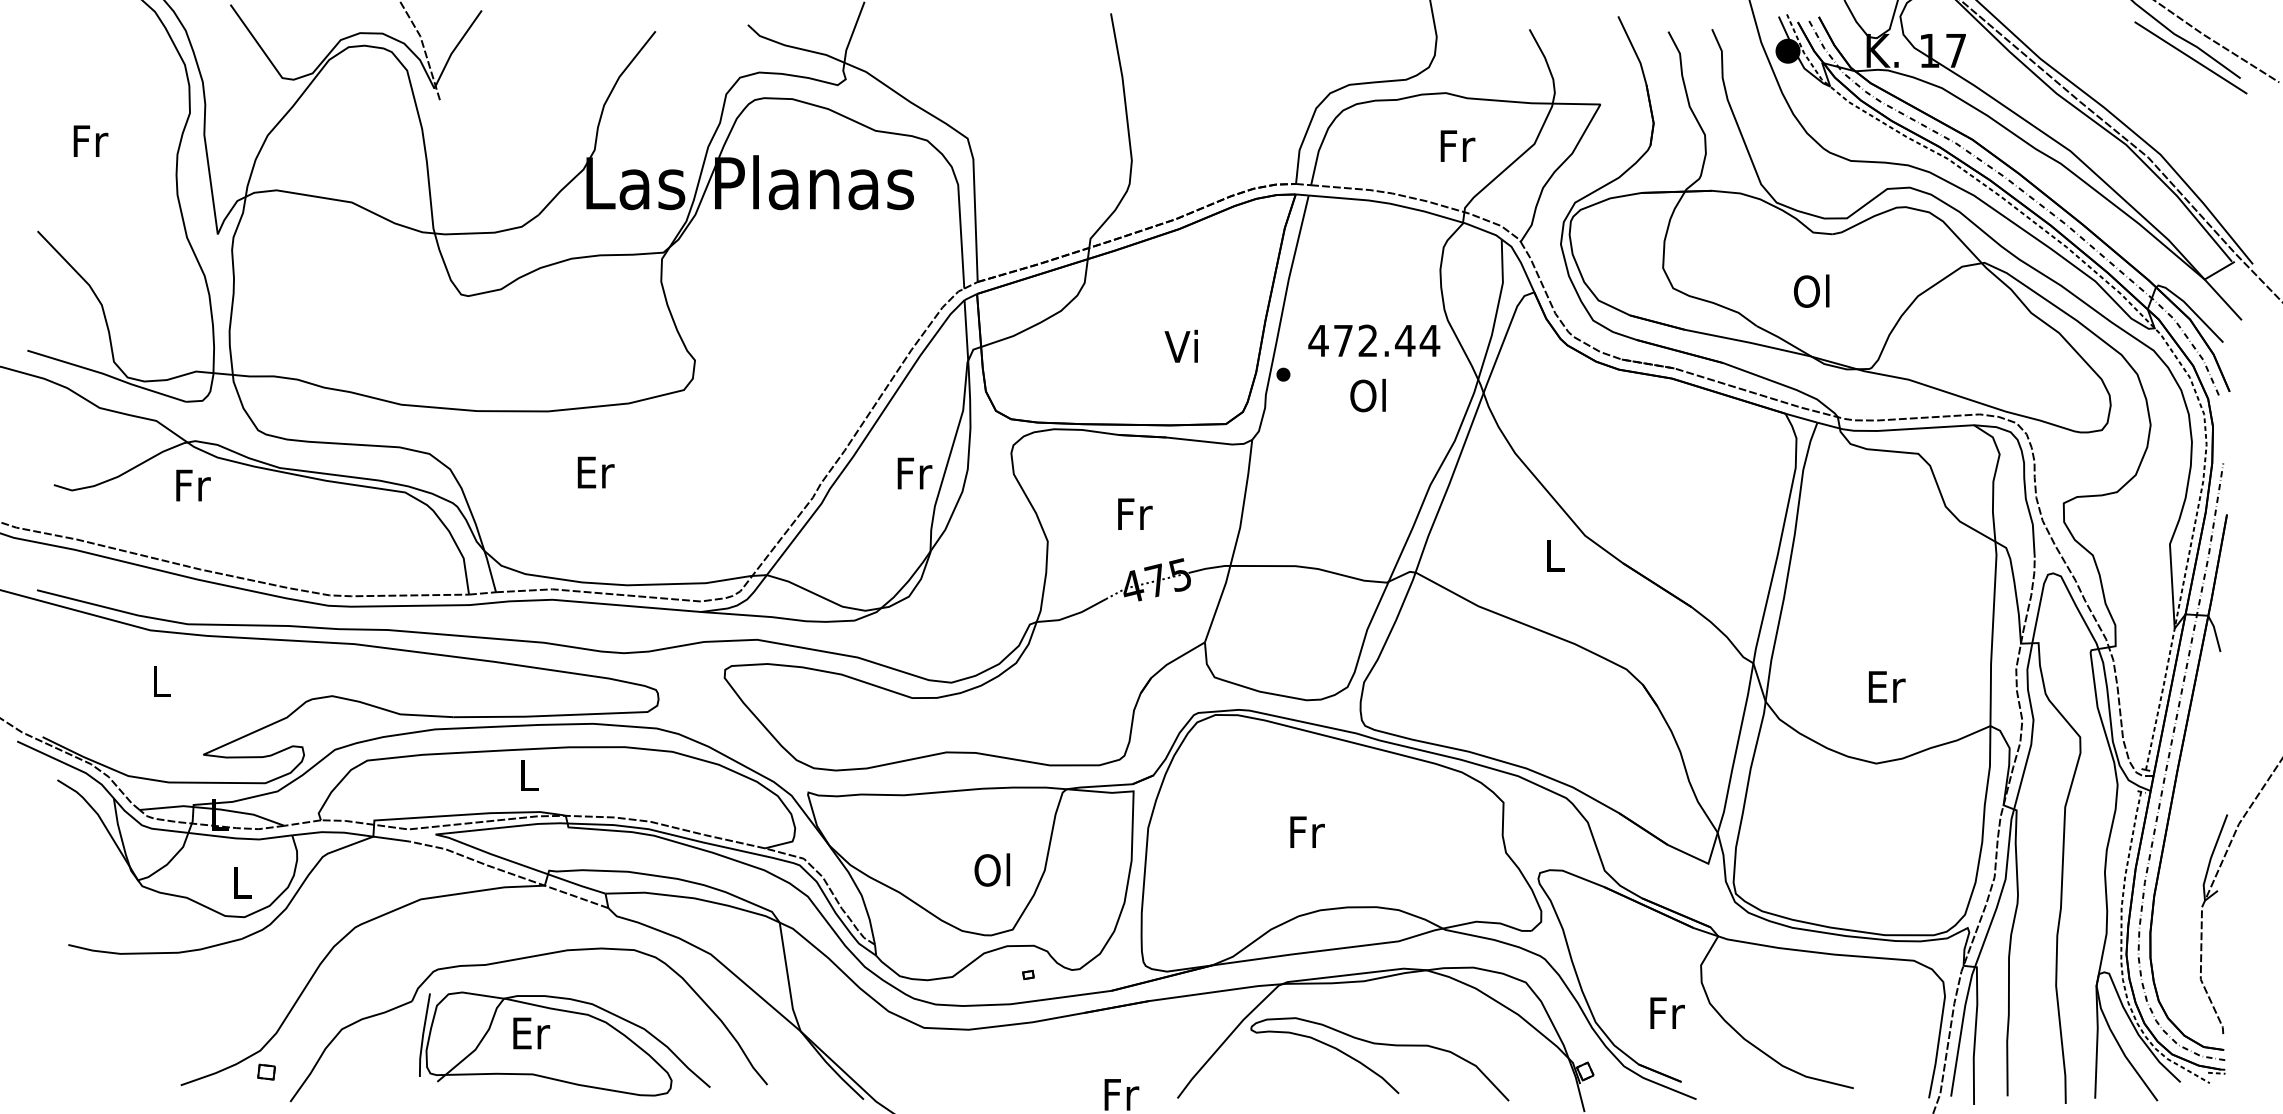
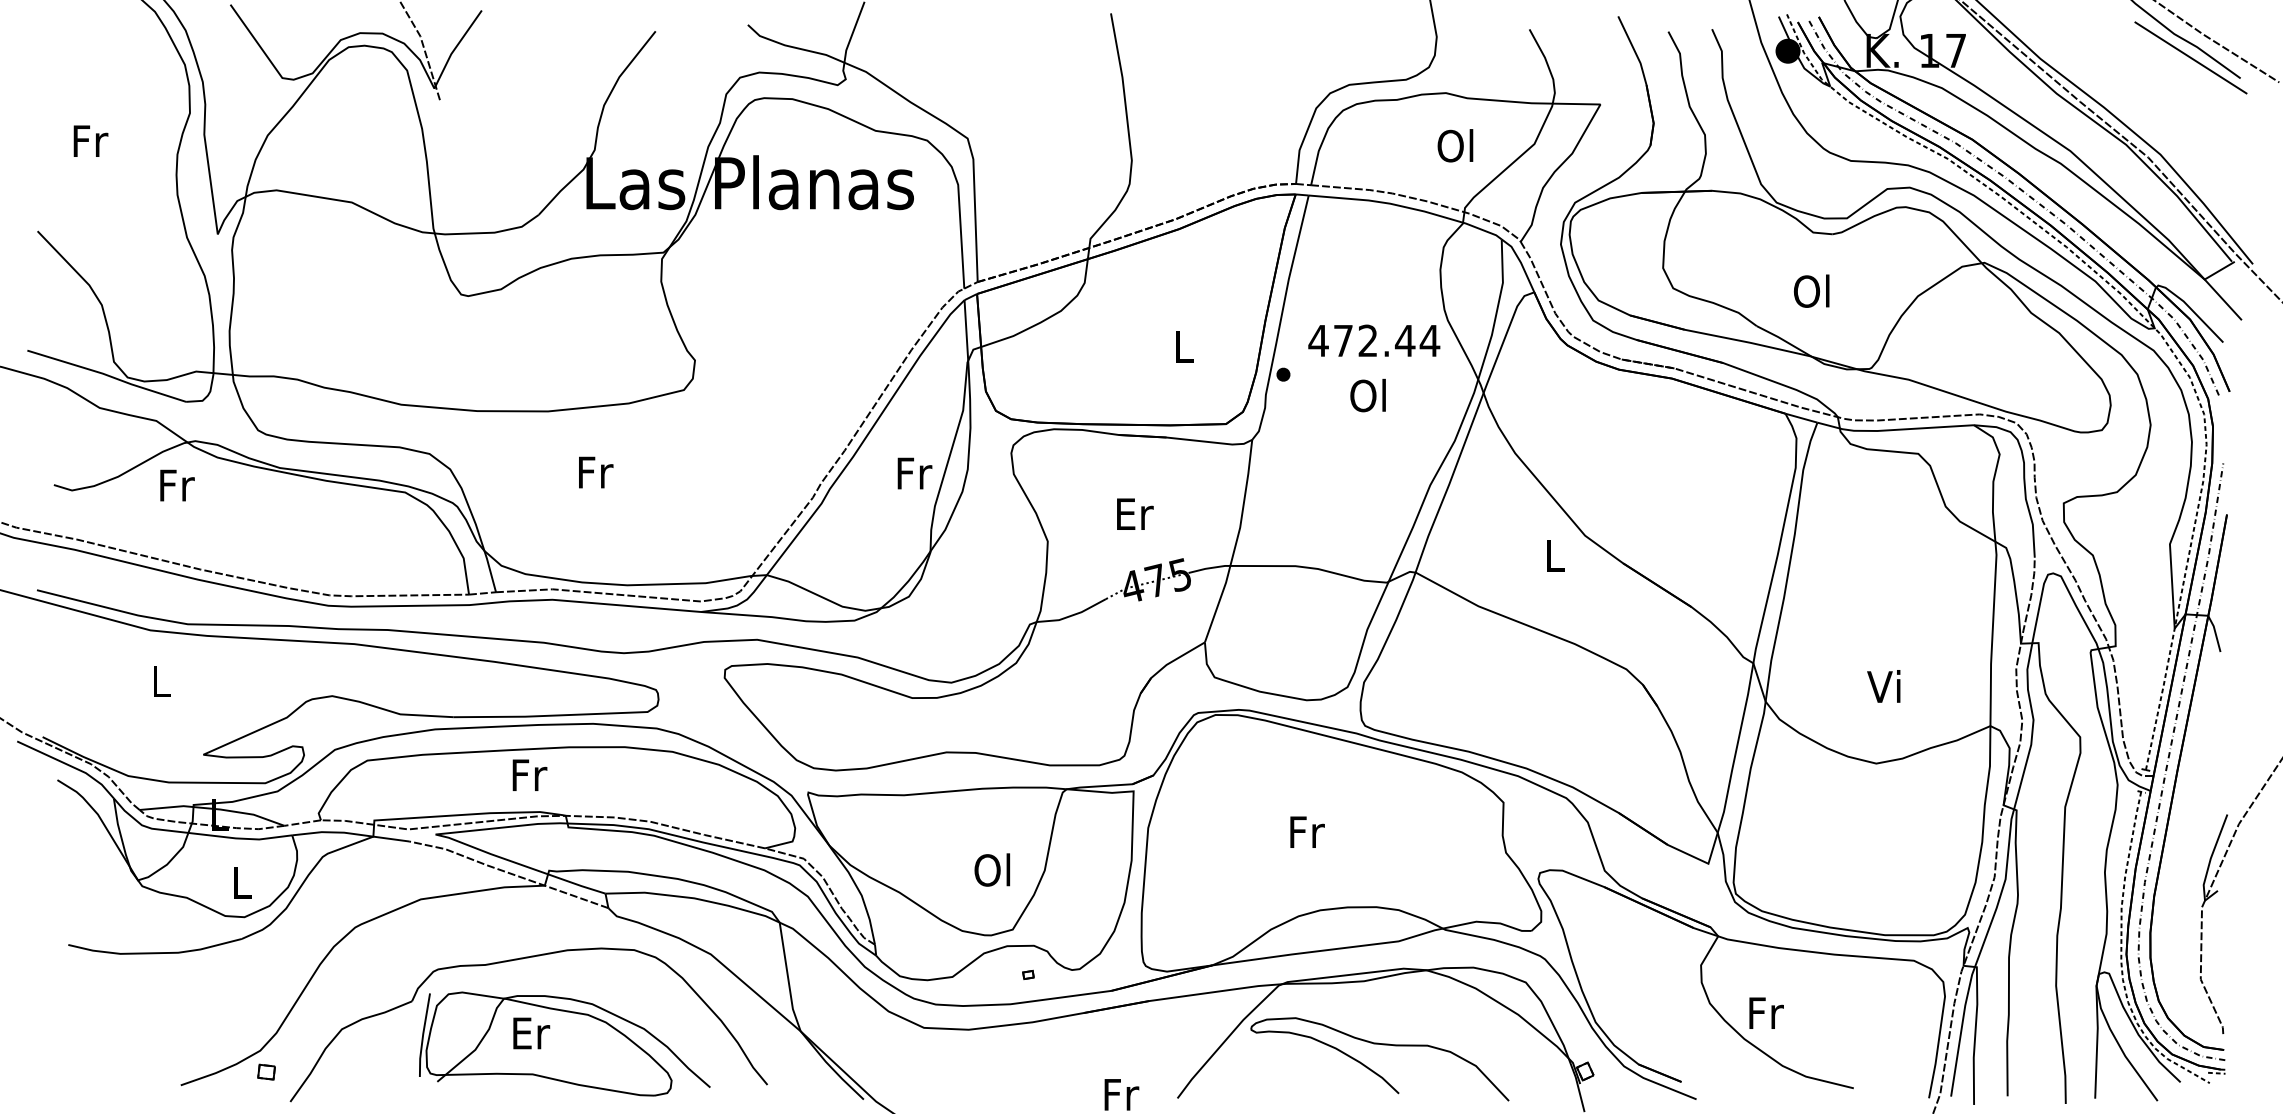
text at (1456, 145): Fr -> Ol
text at (1180, 345): Vi -> L
text at (595, 472): Er -> Fr
text at (193, 485) position: (193, 485) -> (177, 485)
text at (1135, 513): Fr -> Er
text at (1886, 686): Er -> Vi
text at (529, 775): L -> Fr
text at (1667, 1012) position: (1667, 1012) -> (1766, 1012)
